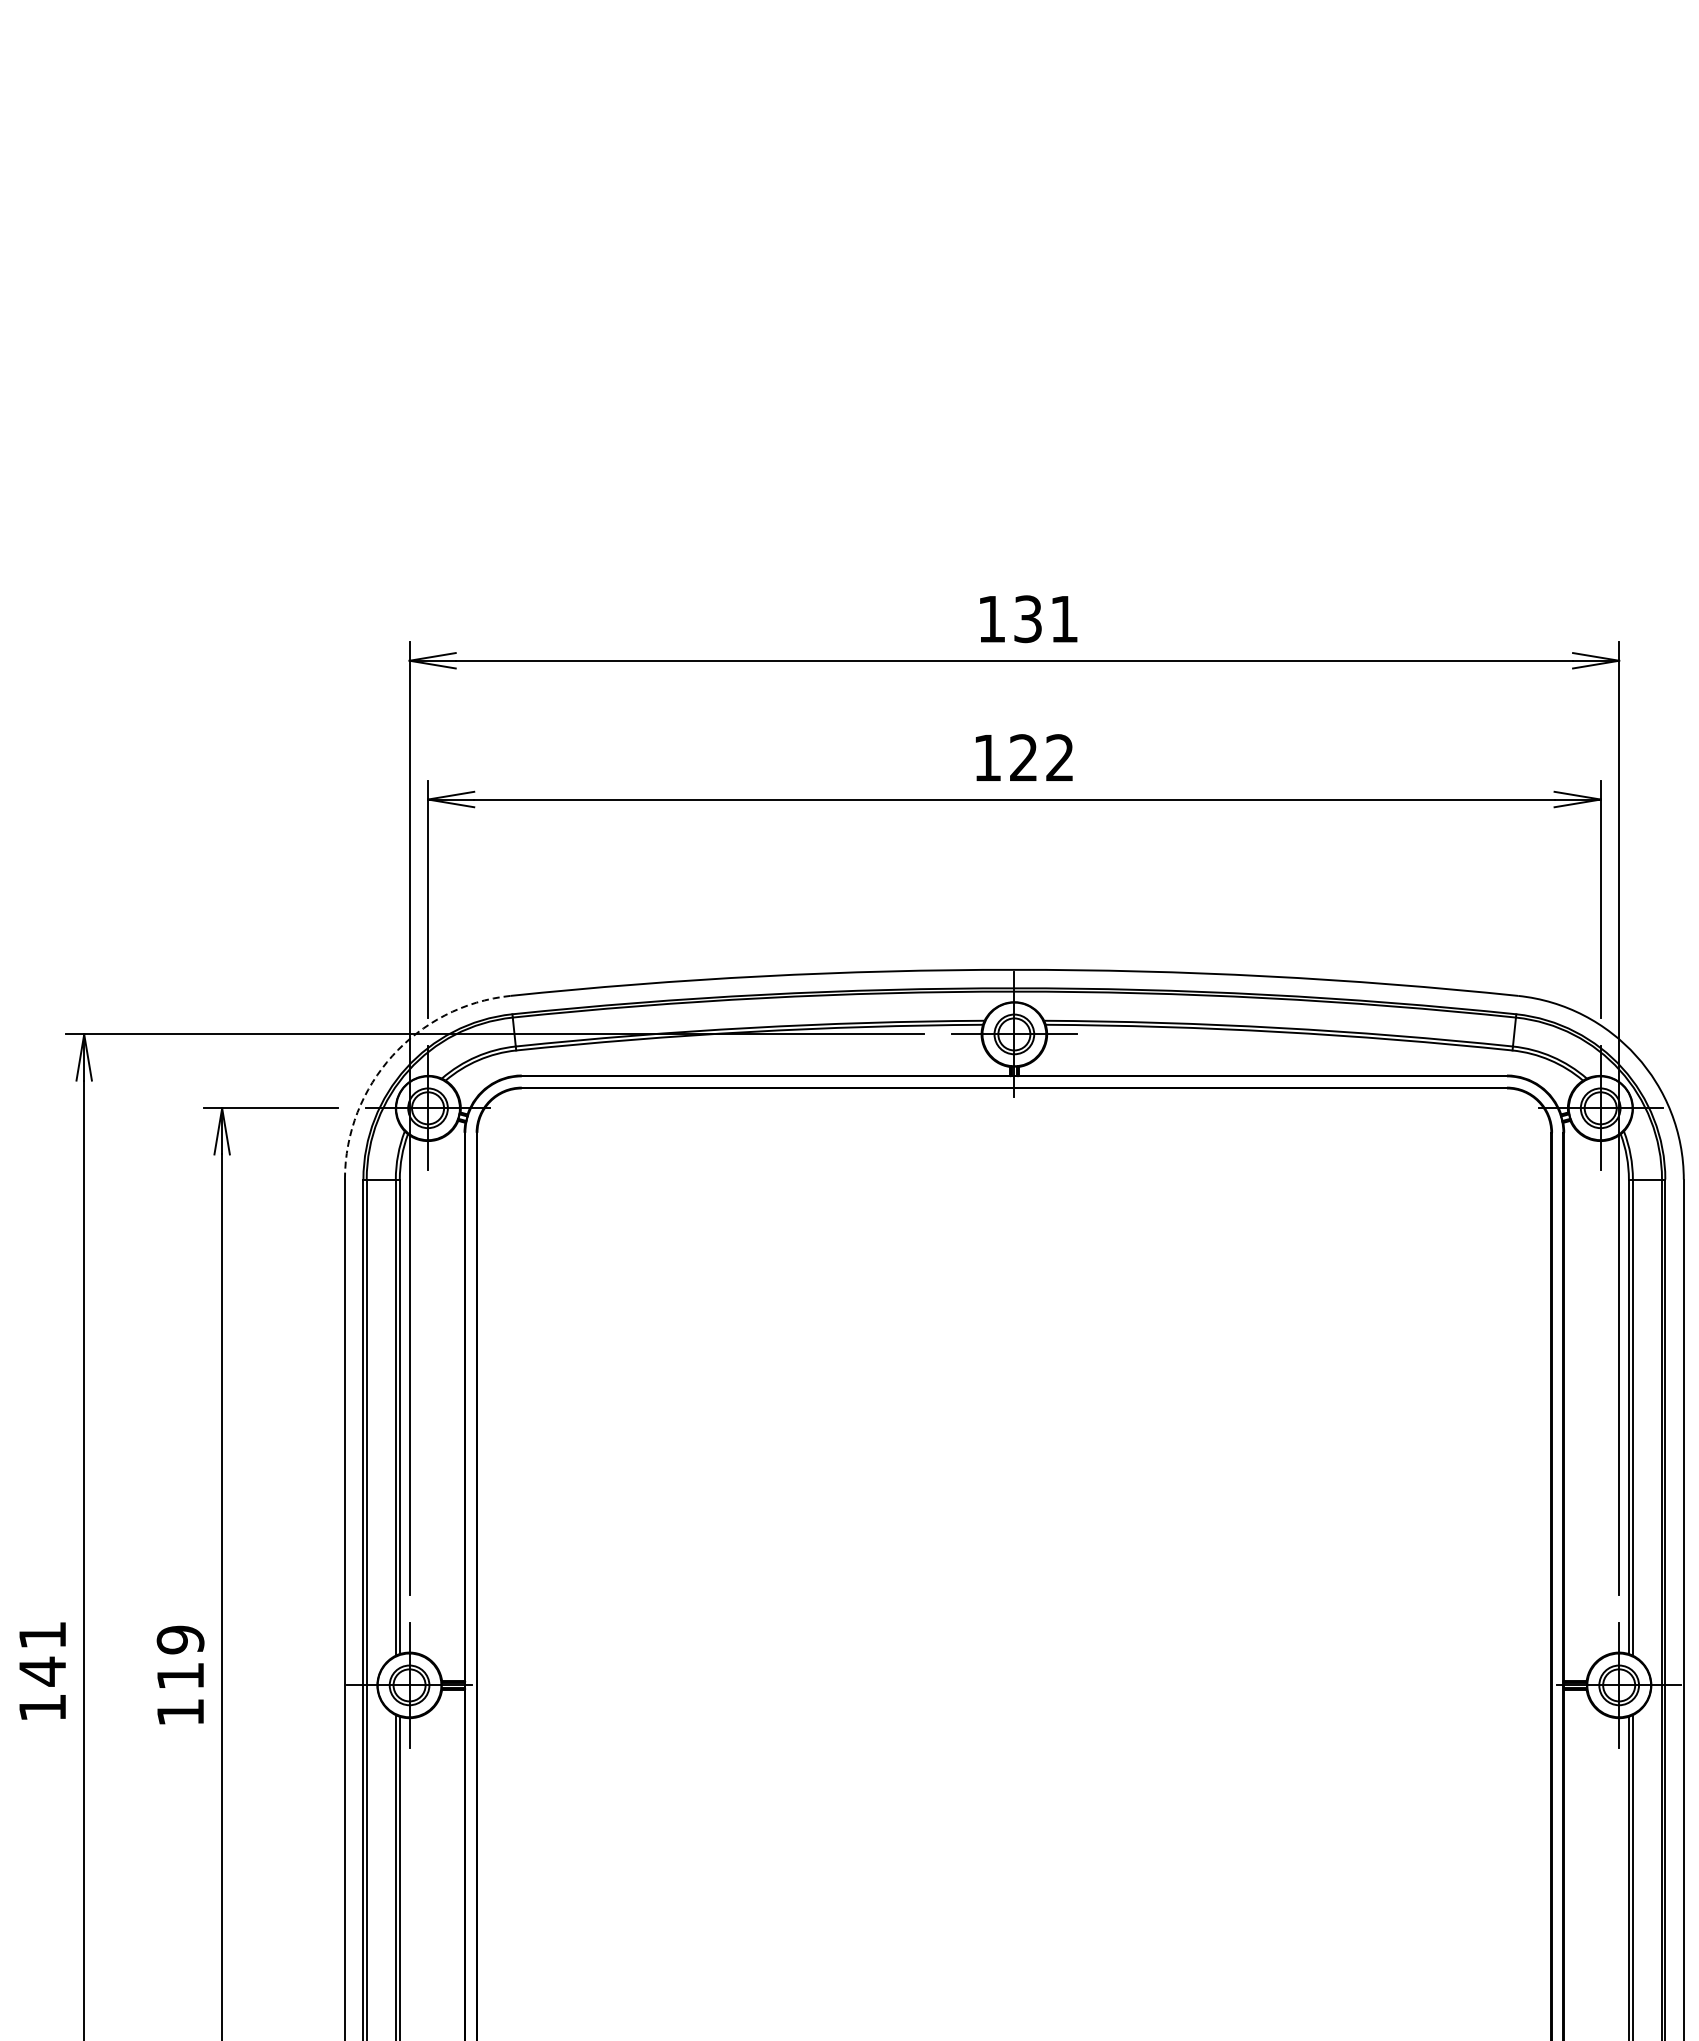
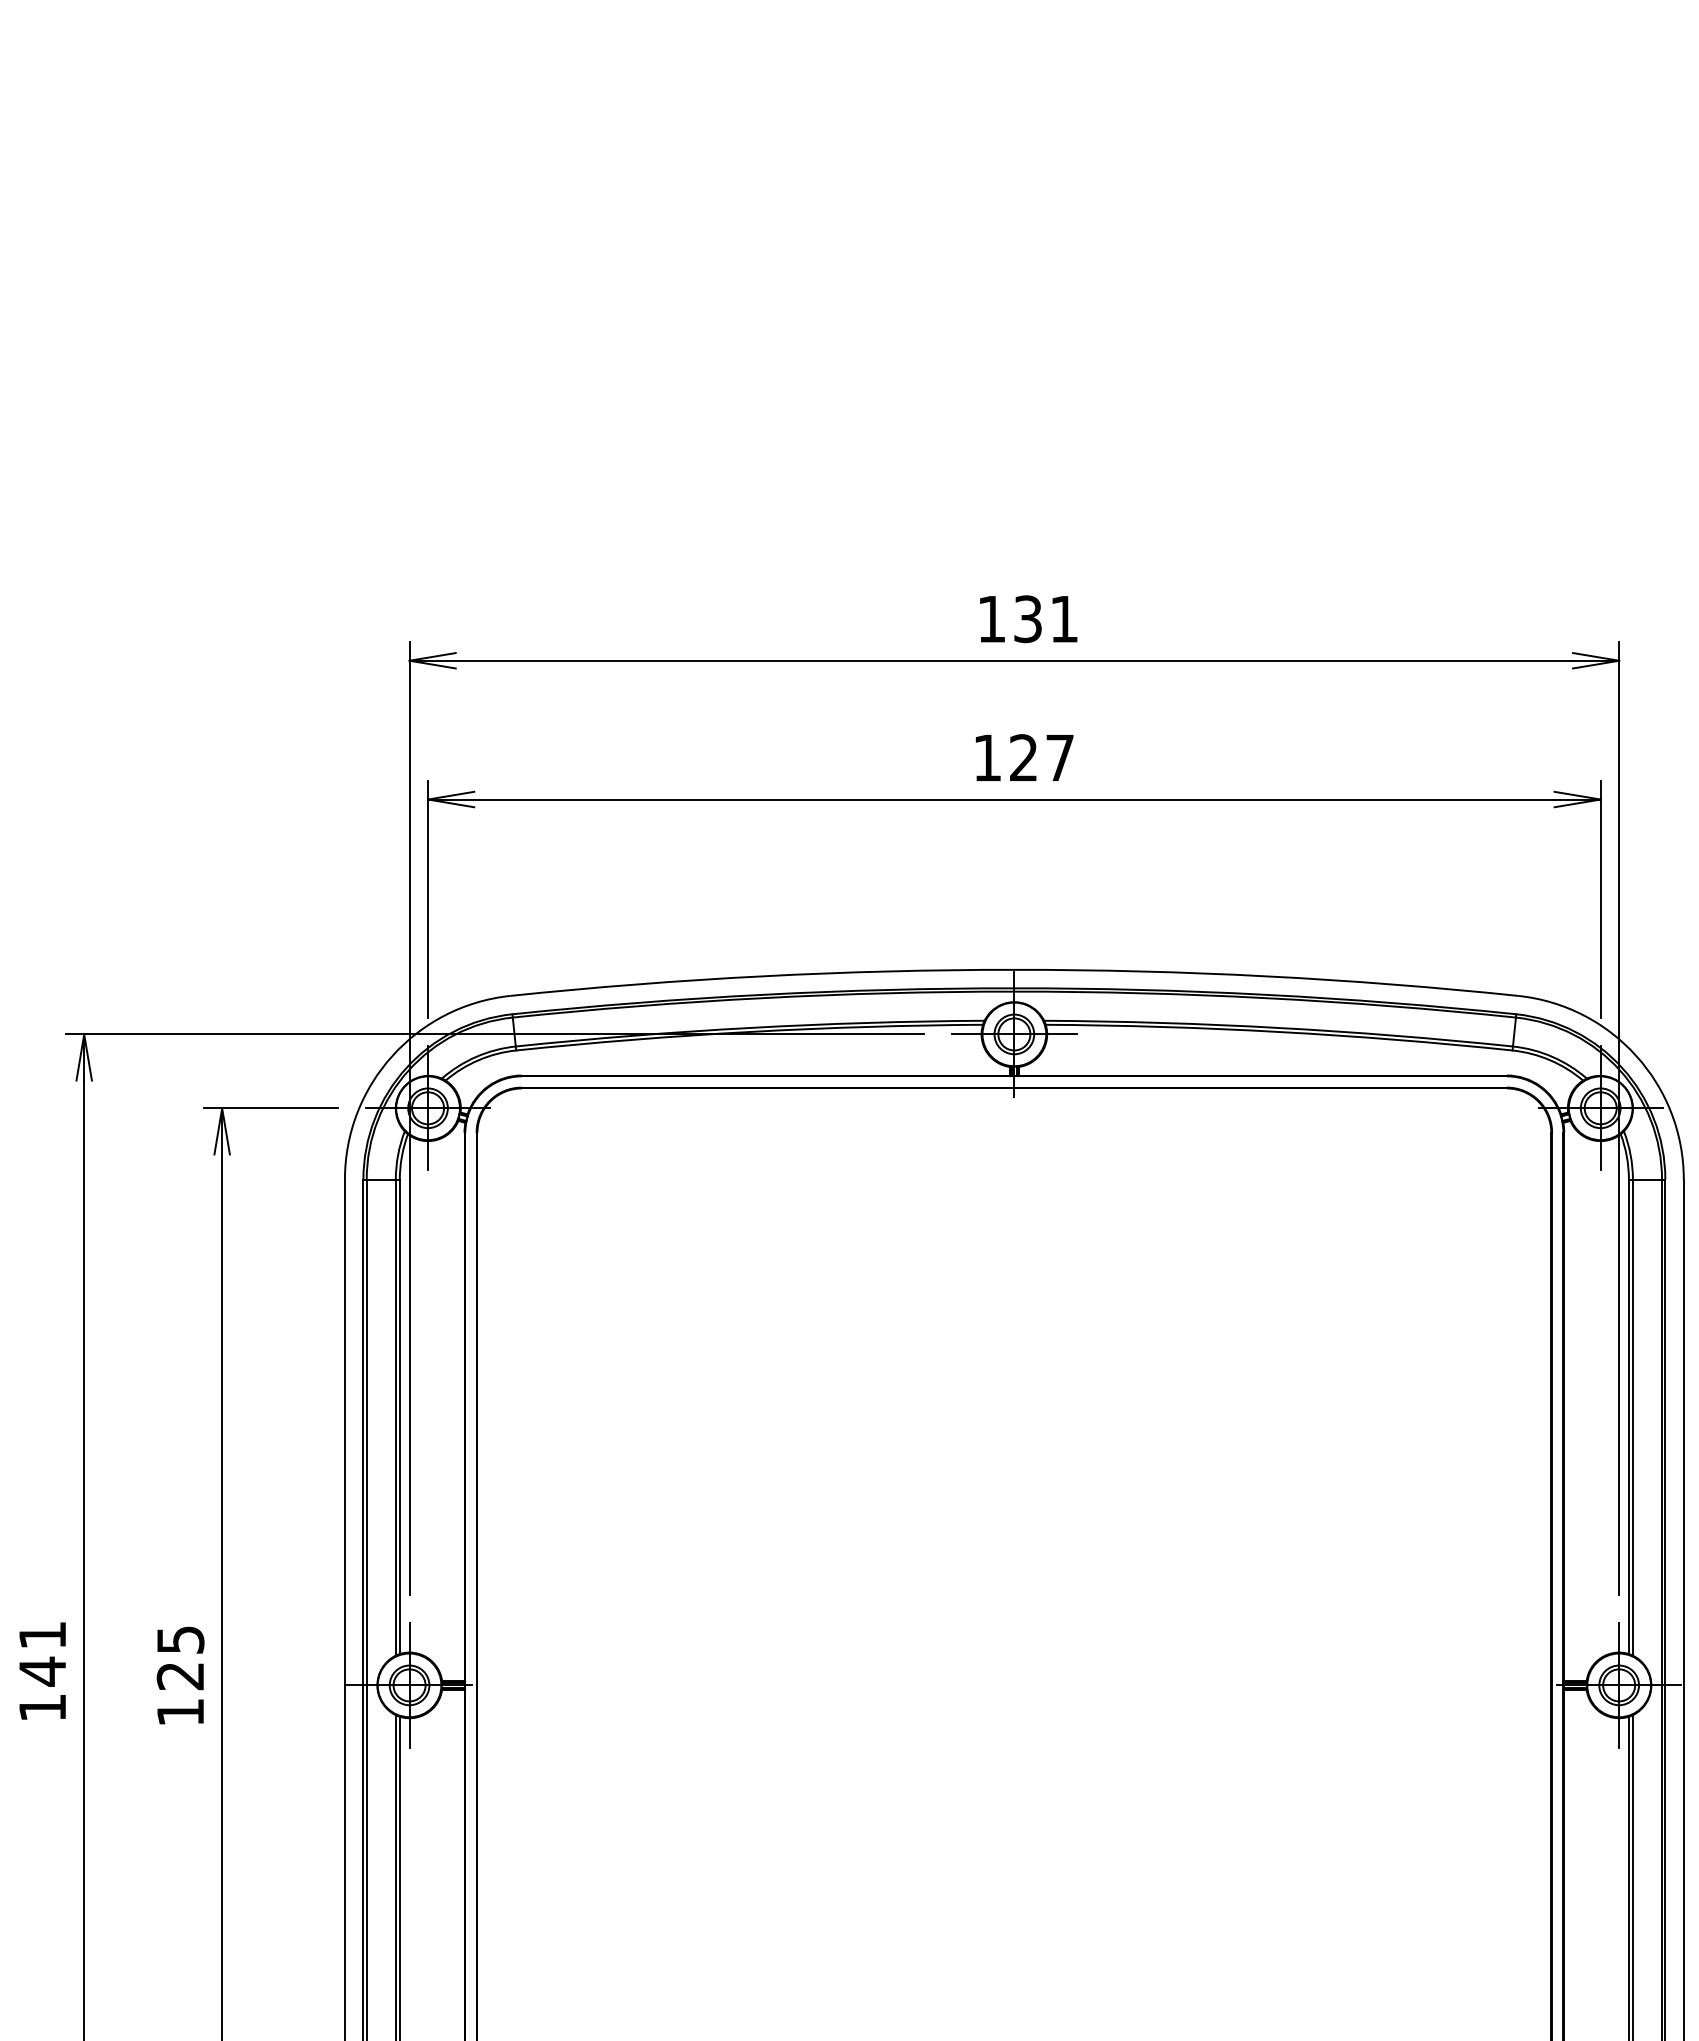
text at (1059, 757): 122 -> 127
arc at (392, 1055): dashed -> solid
text at (180, 1657): 119 -> 125
